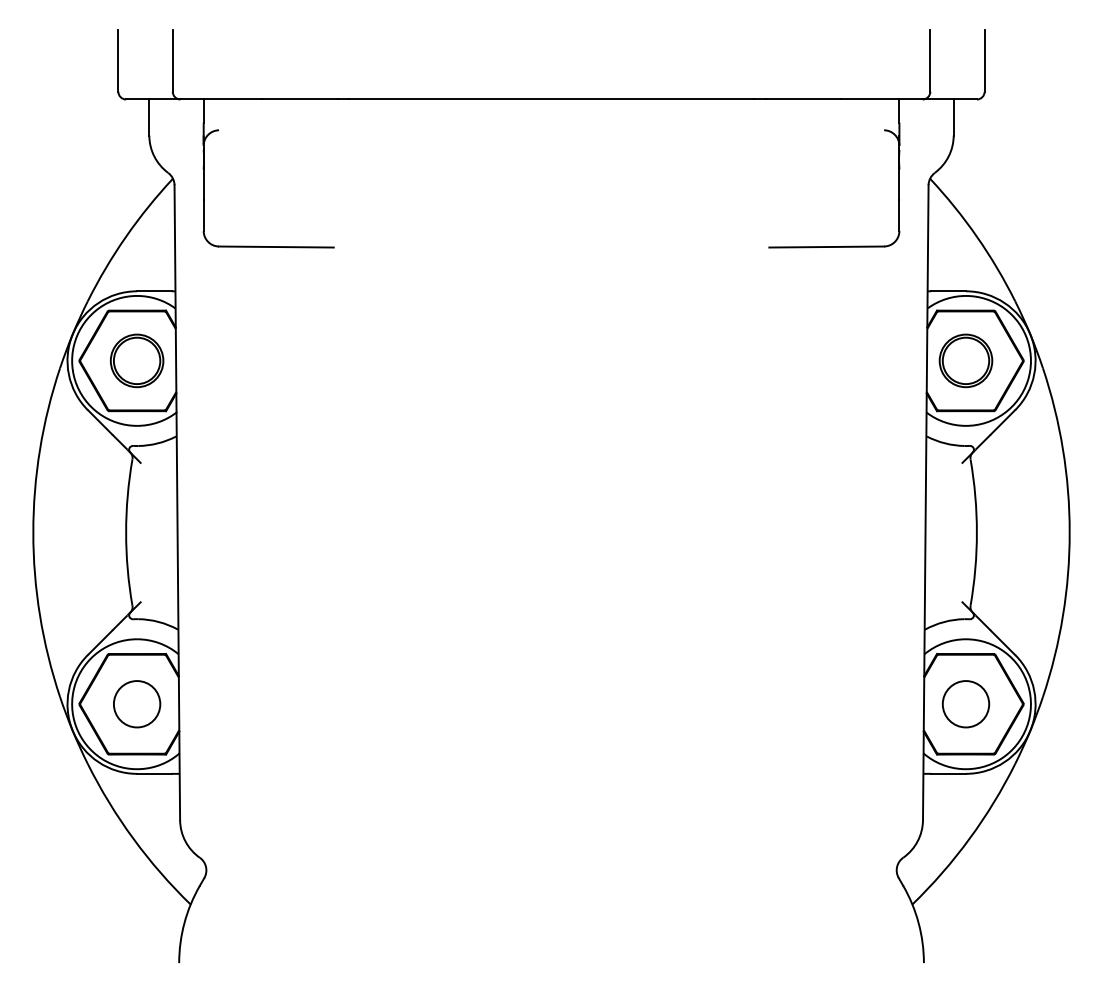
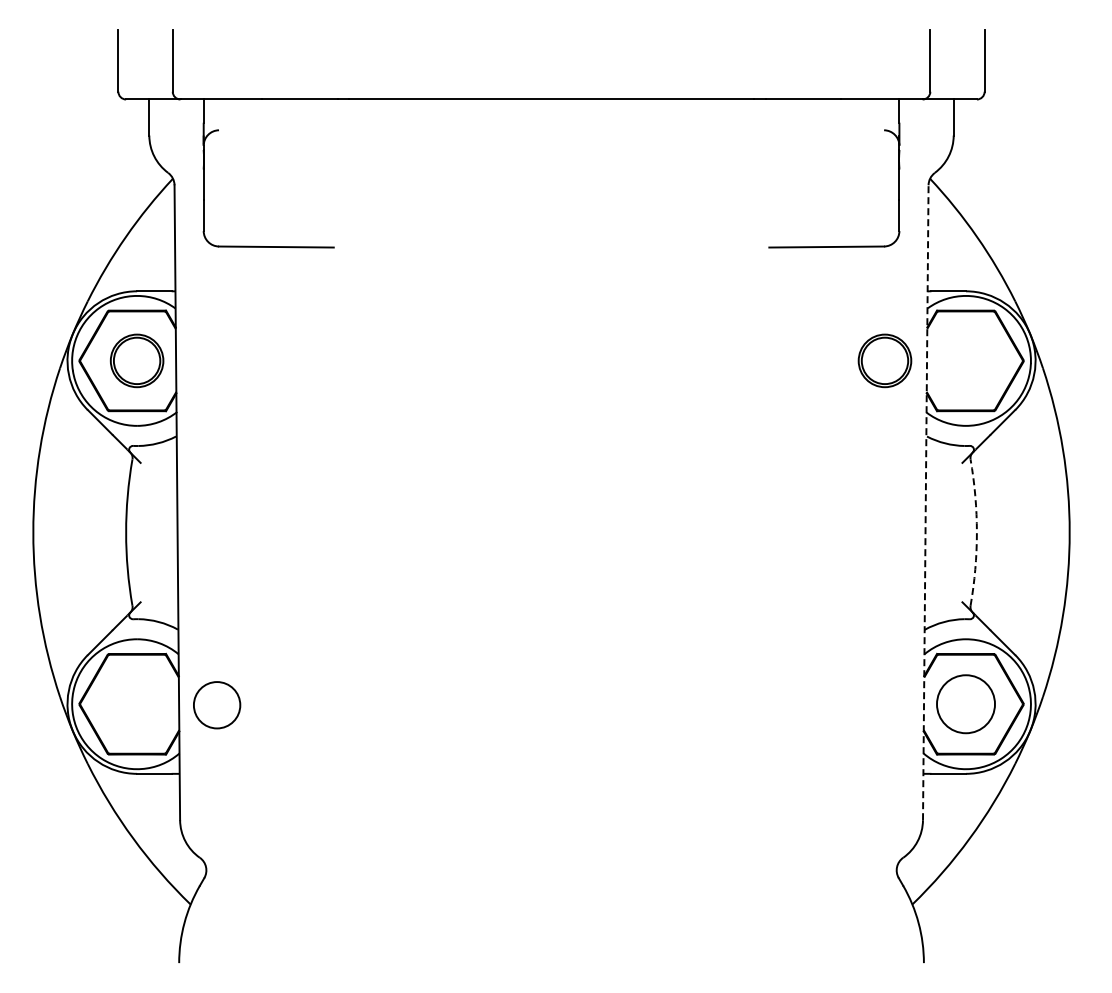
part at (965, 360) position: (965, 360) -> (884, 360)
line at (925, 502): solid -> dashed
arc at (976, 532): solid -> dashed
circle at (137, 704) position: (137, 704) -> (217, 705)
circle at (965, 704) diameter: 46 px -> 58 px
